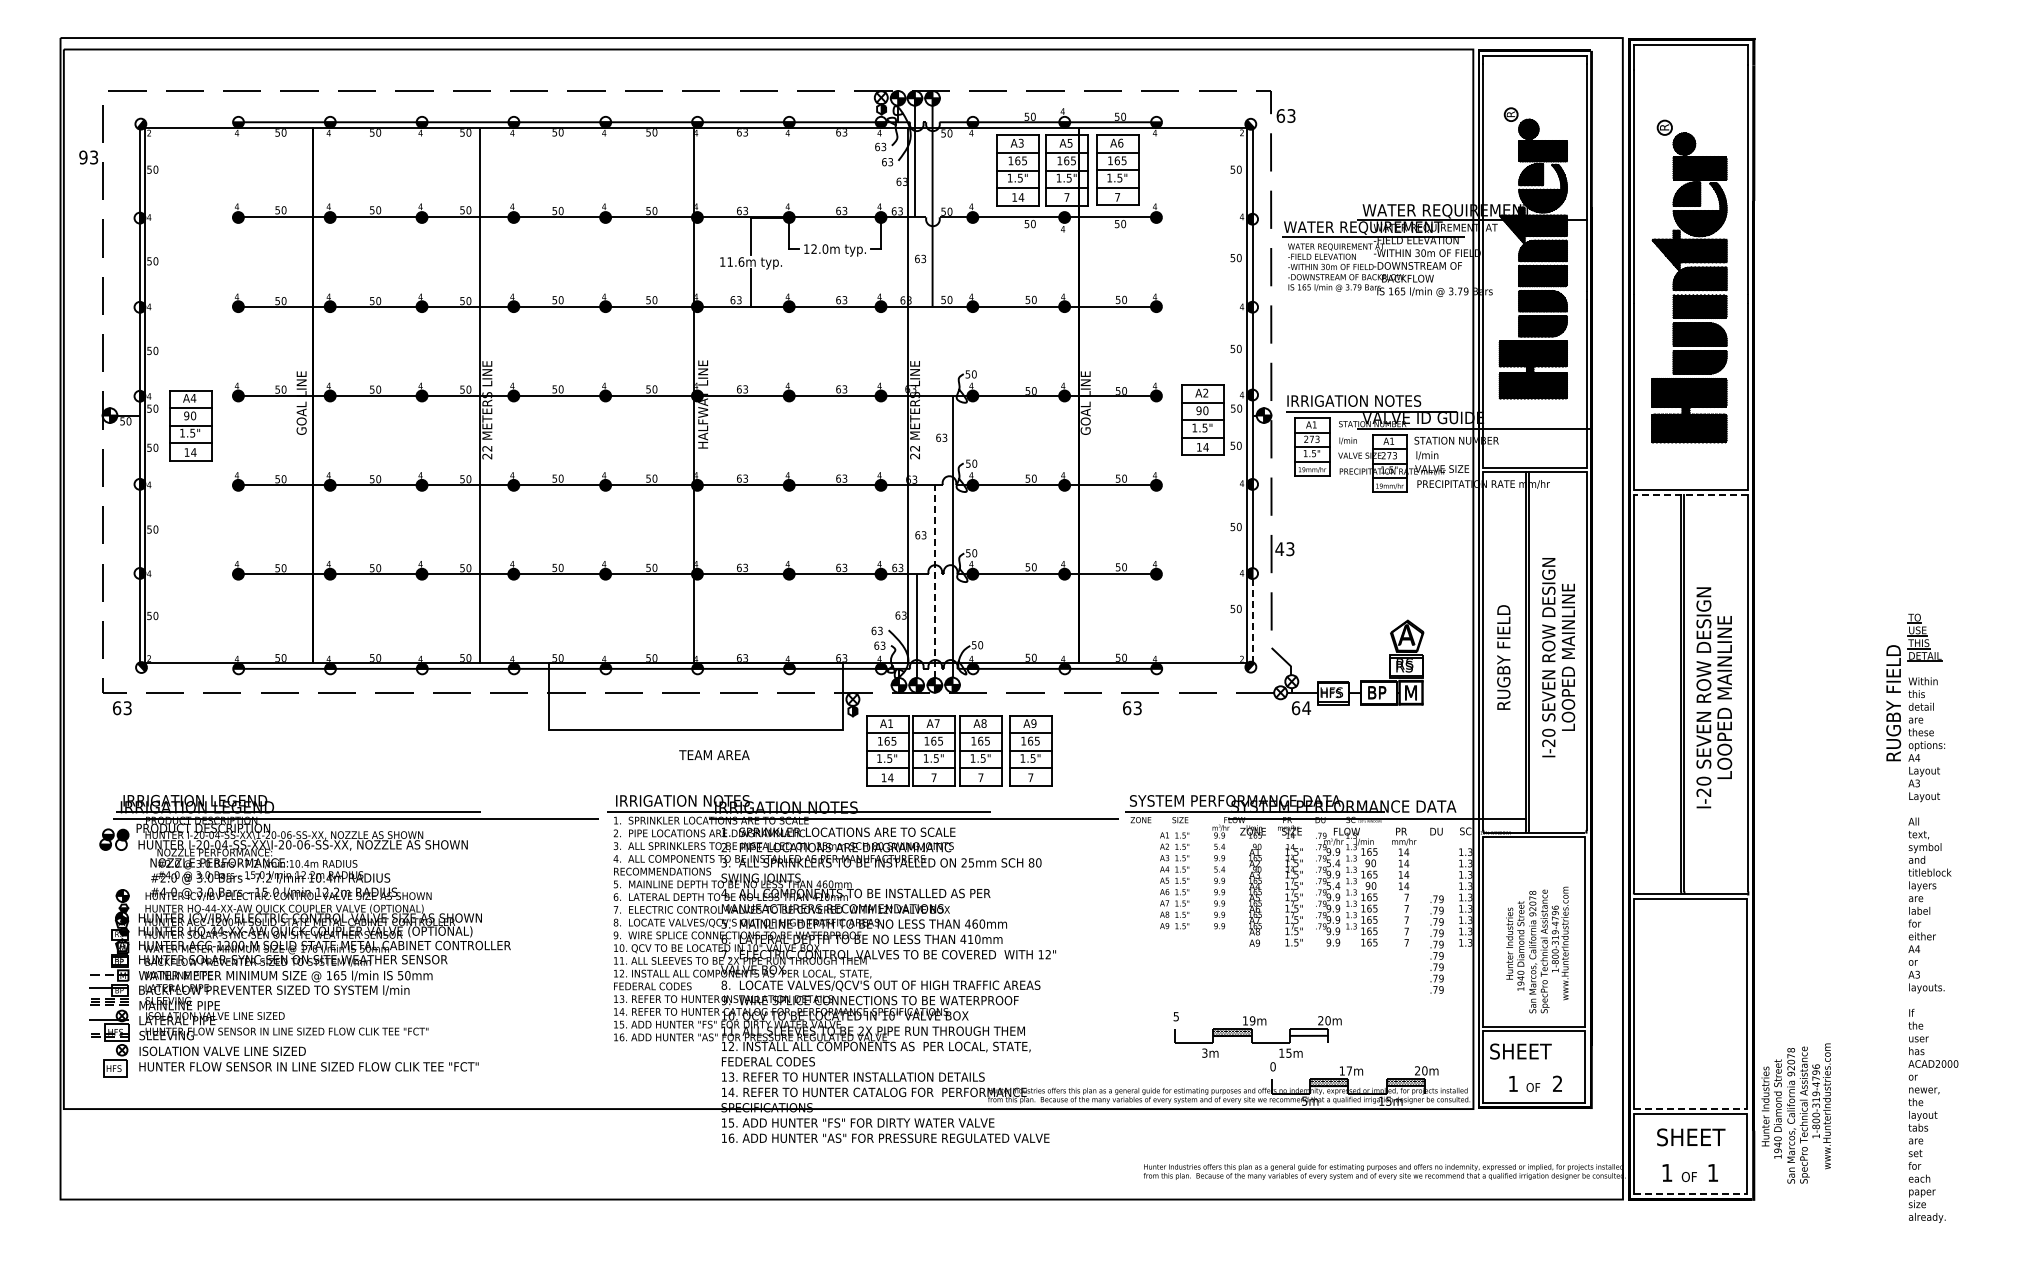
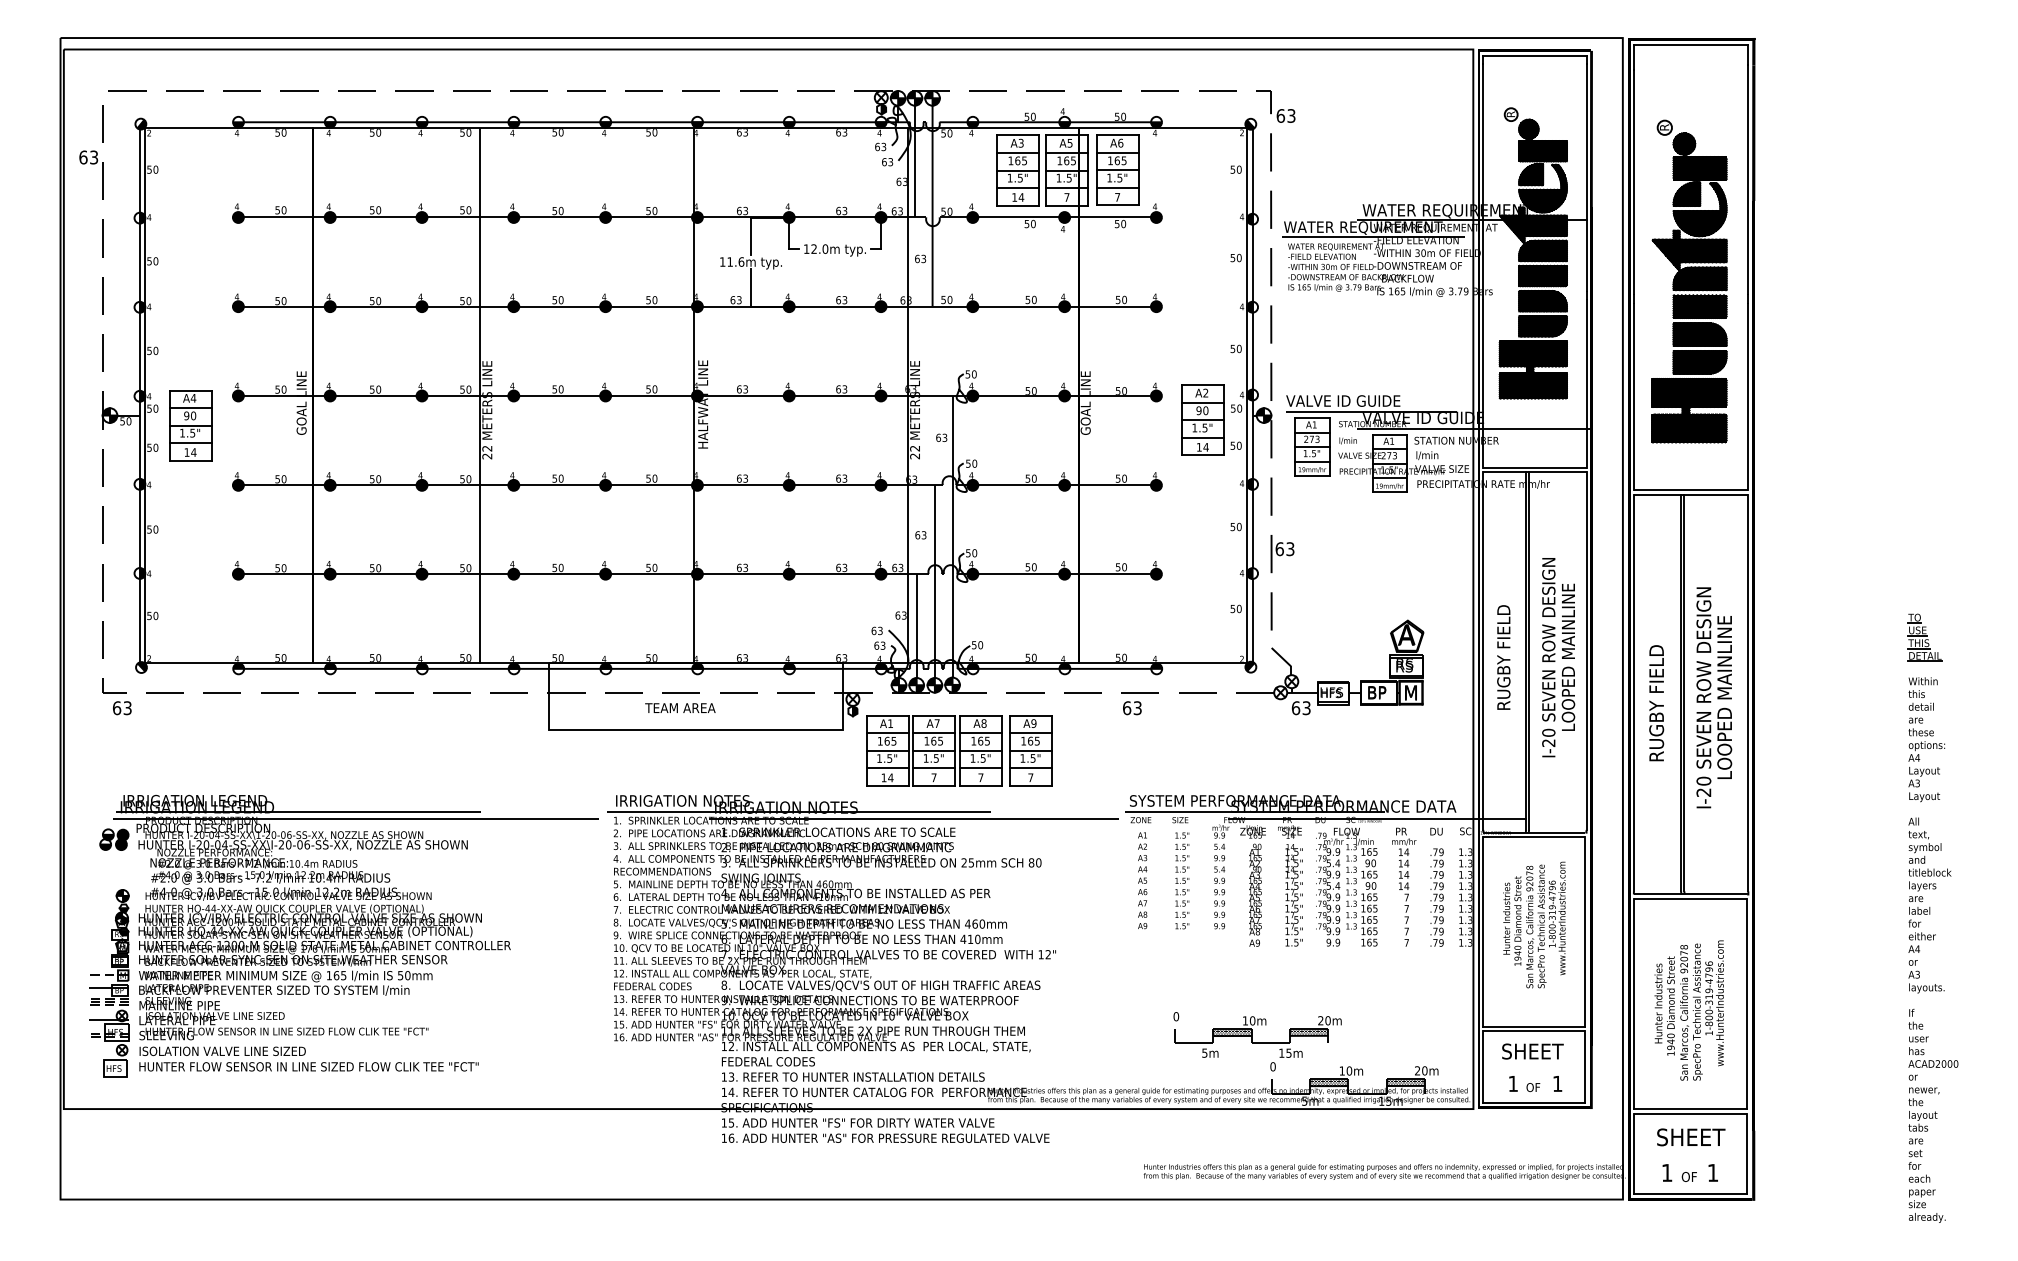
text at (83, 157): 93 -> 63
text at (1353, 400): IRRIGATION NOTES -> VALVE ID GUIDE
line at (1690, 494): dashed -> solid
text at (1279, 549): 43 -> 63
line at (934, 581): dashed -> solid
line at (1252, 620): dashed -> solid
text at (1893, 703) position: (1893, 703) -> (1656, 703)
text at (1306, 708): 64 -> 63
text at (714, 754) position: (714, 754) -> (680, 707)
fill at (120, 844): none -> present
text at (1164, 880) position: (1164, 880) -> (1142, 880)
text at (1436, 944) position: (1436, 944) -> (1436, 897)
text at (1537, 949) position: (1537, 949) -> (1534, 924)
text at (1176, 1016): 5 -> 0
text at (1252, 1020): 19m -> 10m
hatch at (1308, 1032): none -> present
text at (1520, 1051) position: (1520, 1051) -> (1532, 1051)
text at (1204, 1052): 3m -> 5m
text at (1349, 1070): 17m -> 10m
text at (1557, 1083): 2 -> 1
line at (1690, 1109): dashed -> solid
text at (1795, 1113) position: (1795, 1113) -> (1688, 1010)
line at (1690, 1194): dashed -> solid
